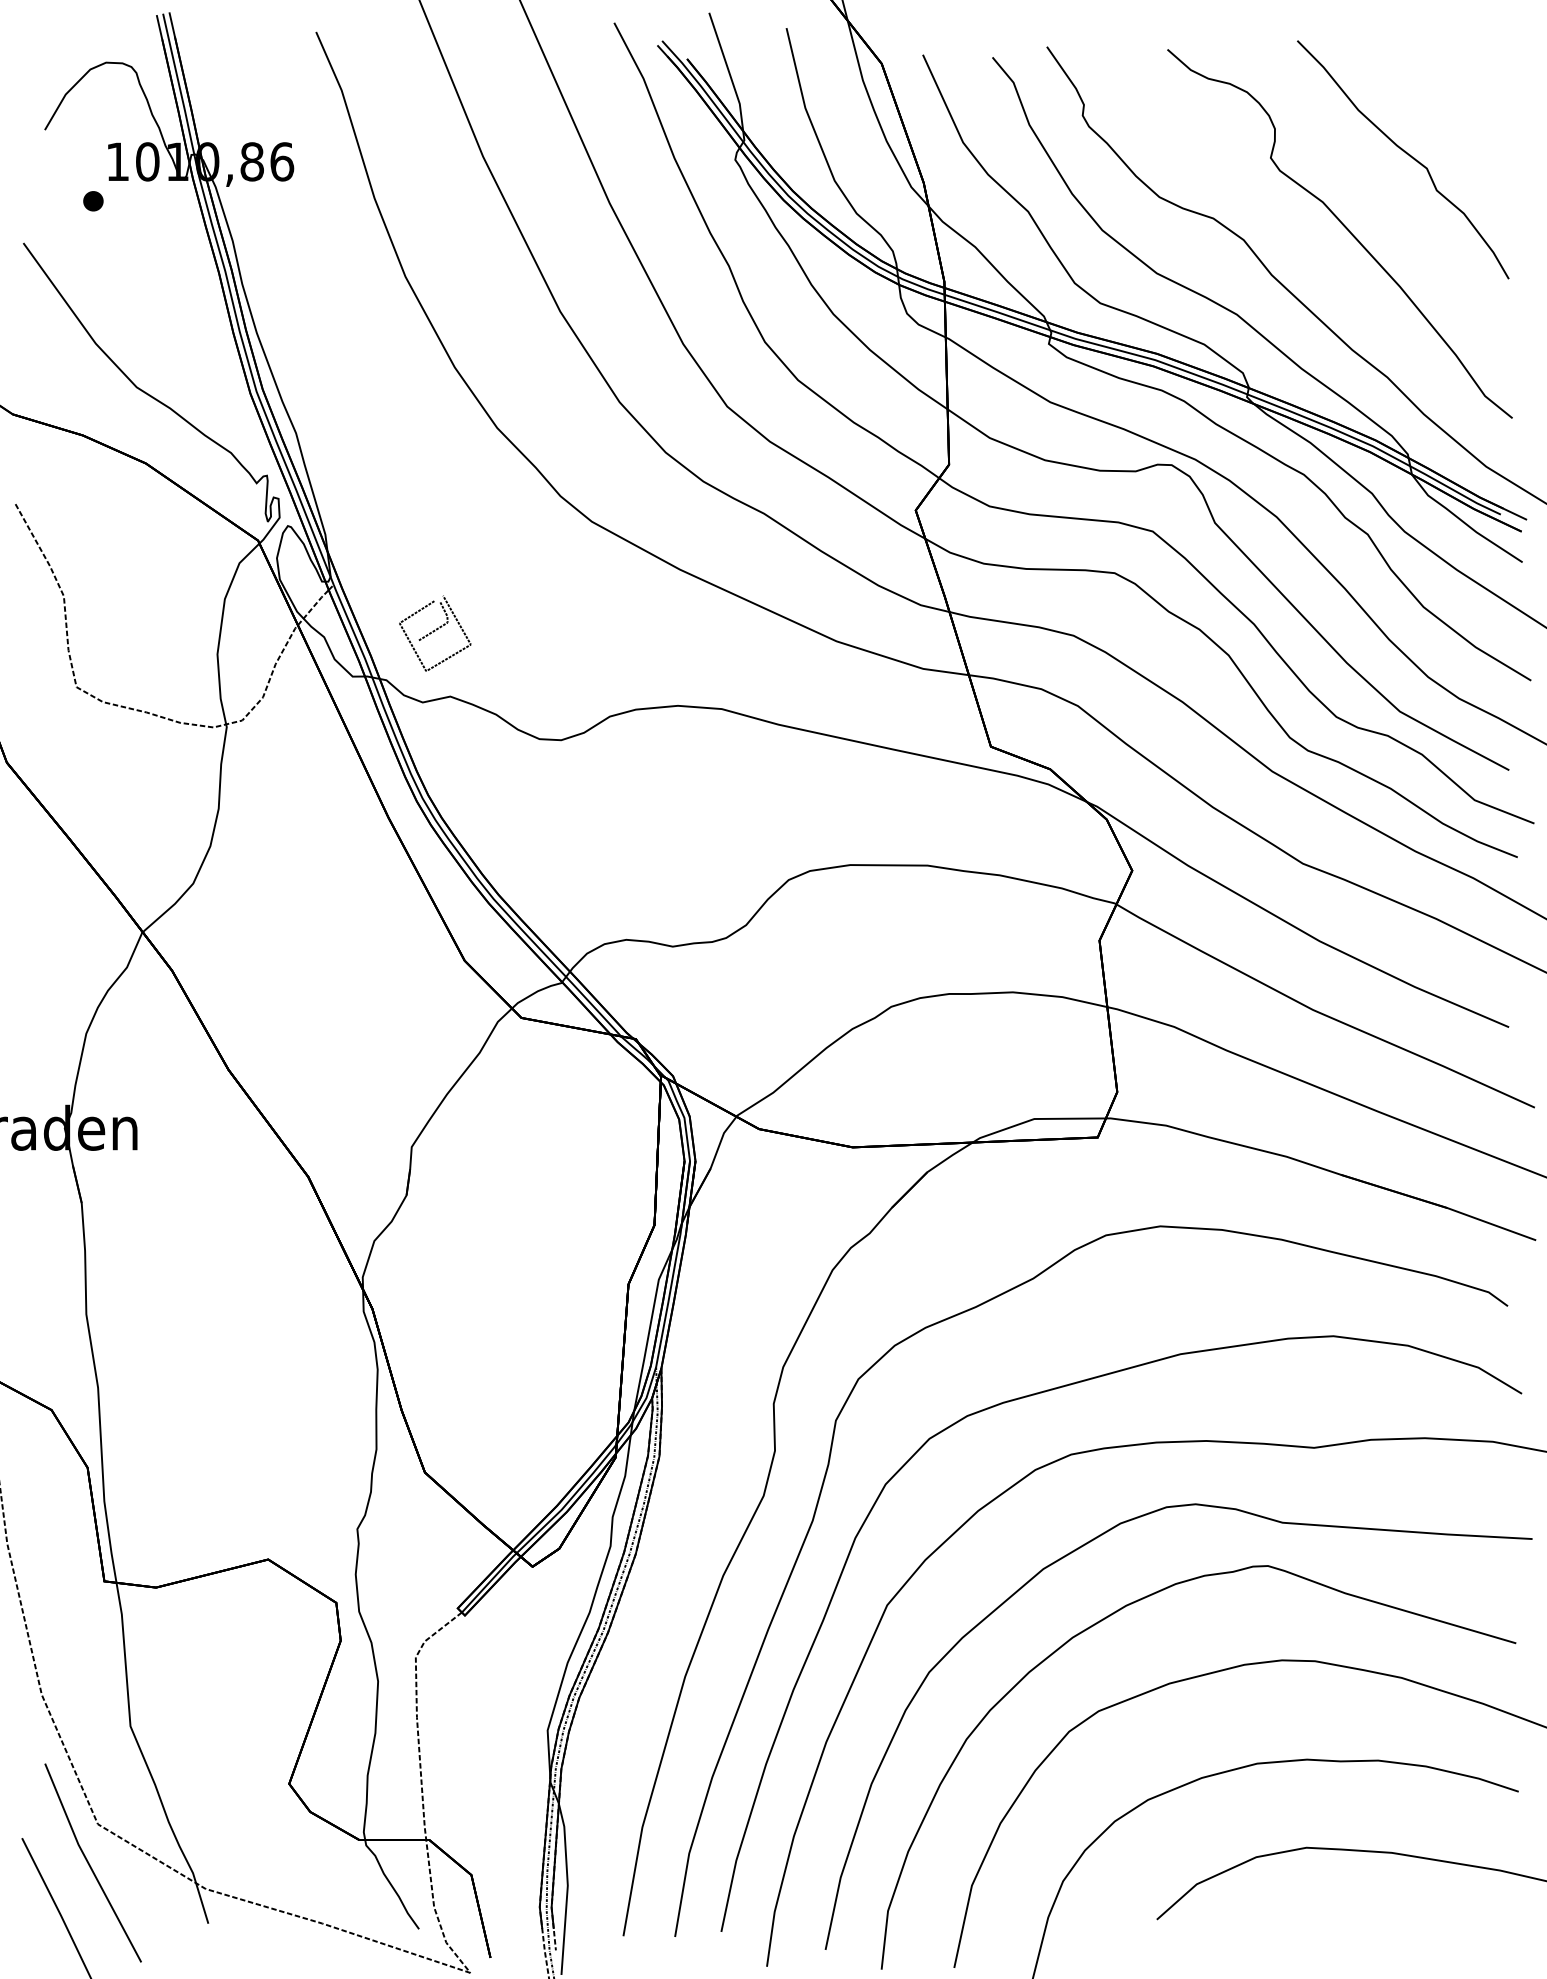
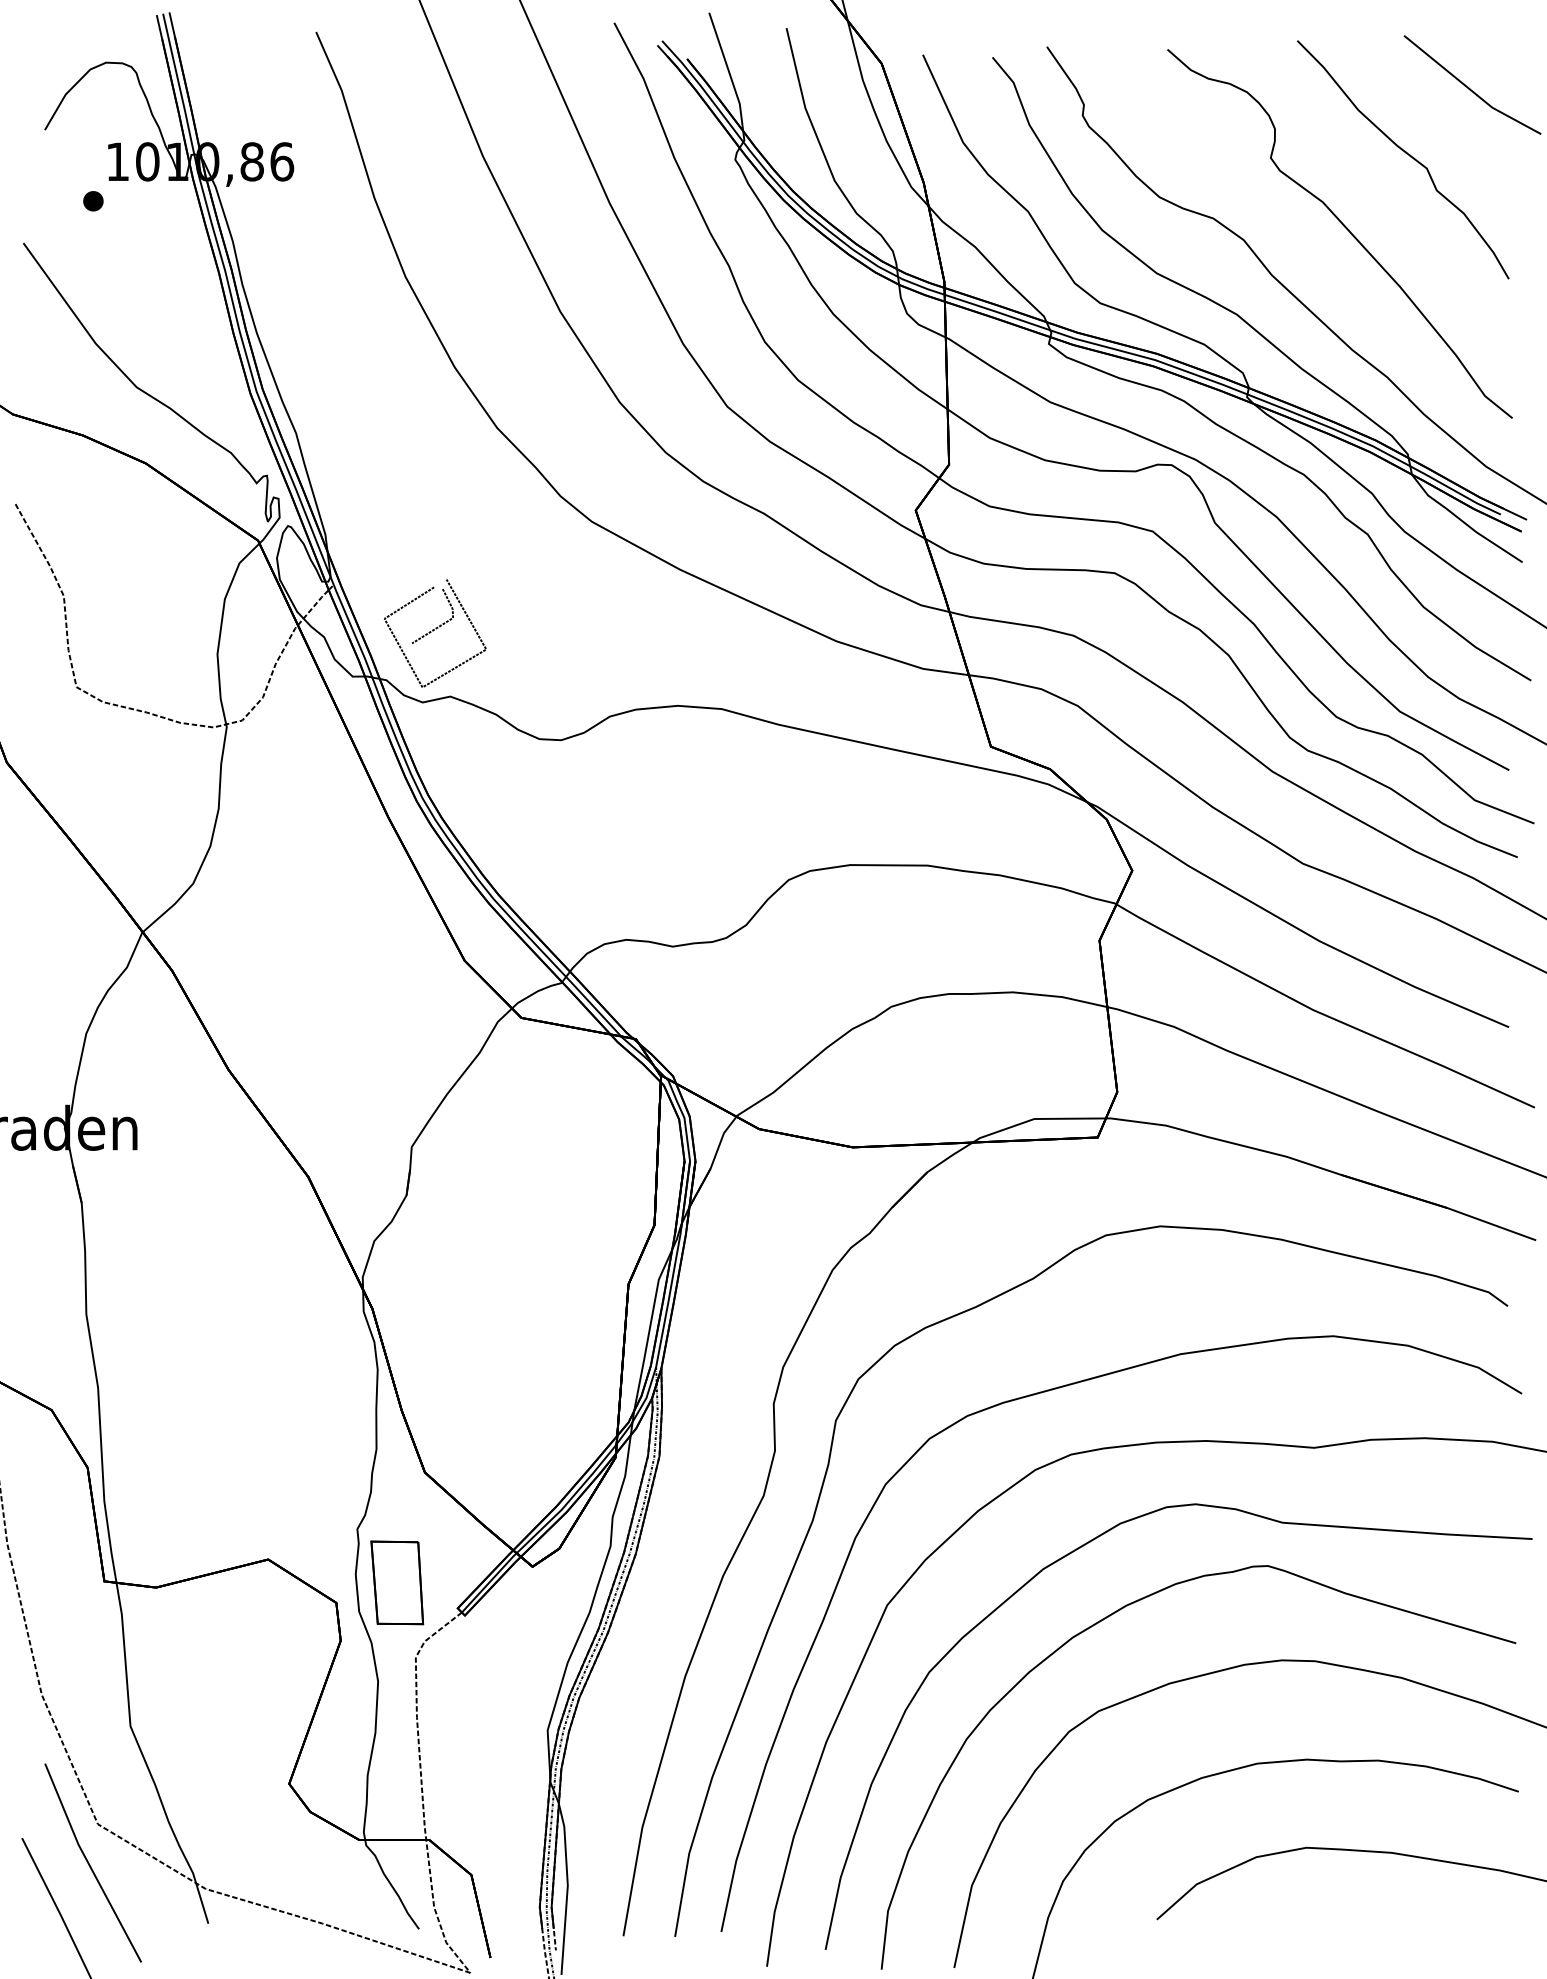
part at (1472, 84): none -> present
part at (435, 633) size: 73x77 px -> 104x109 px
part at (397, 1582): none -> present
